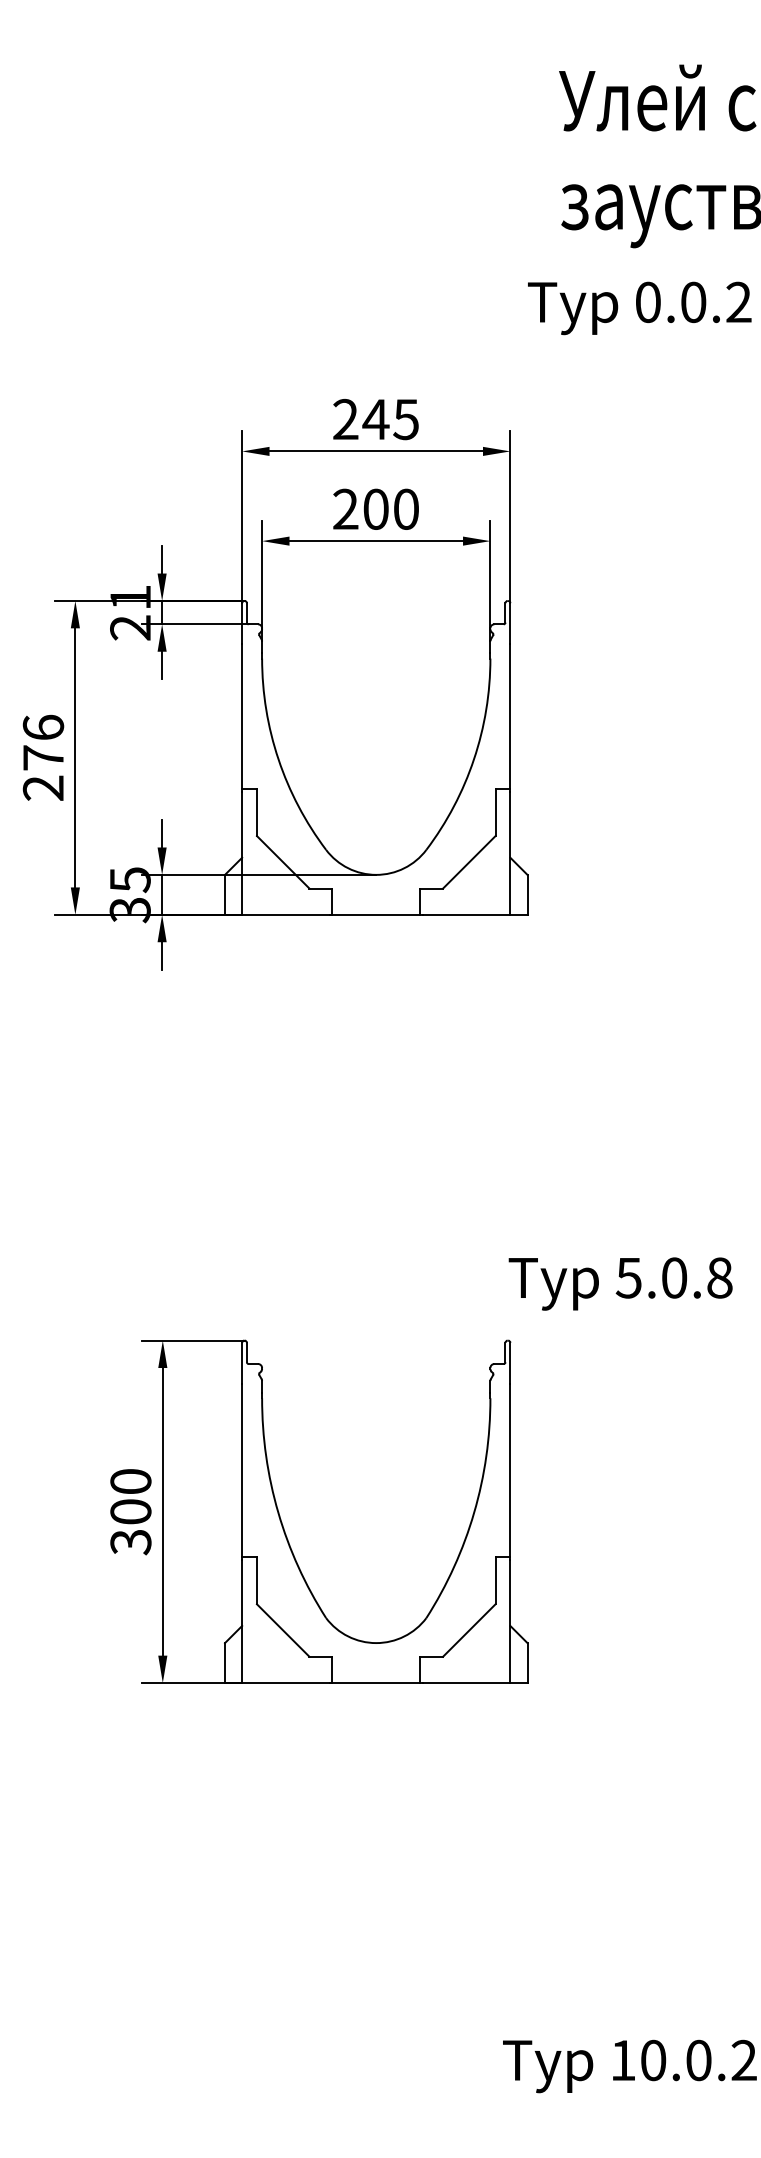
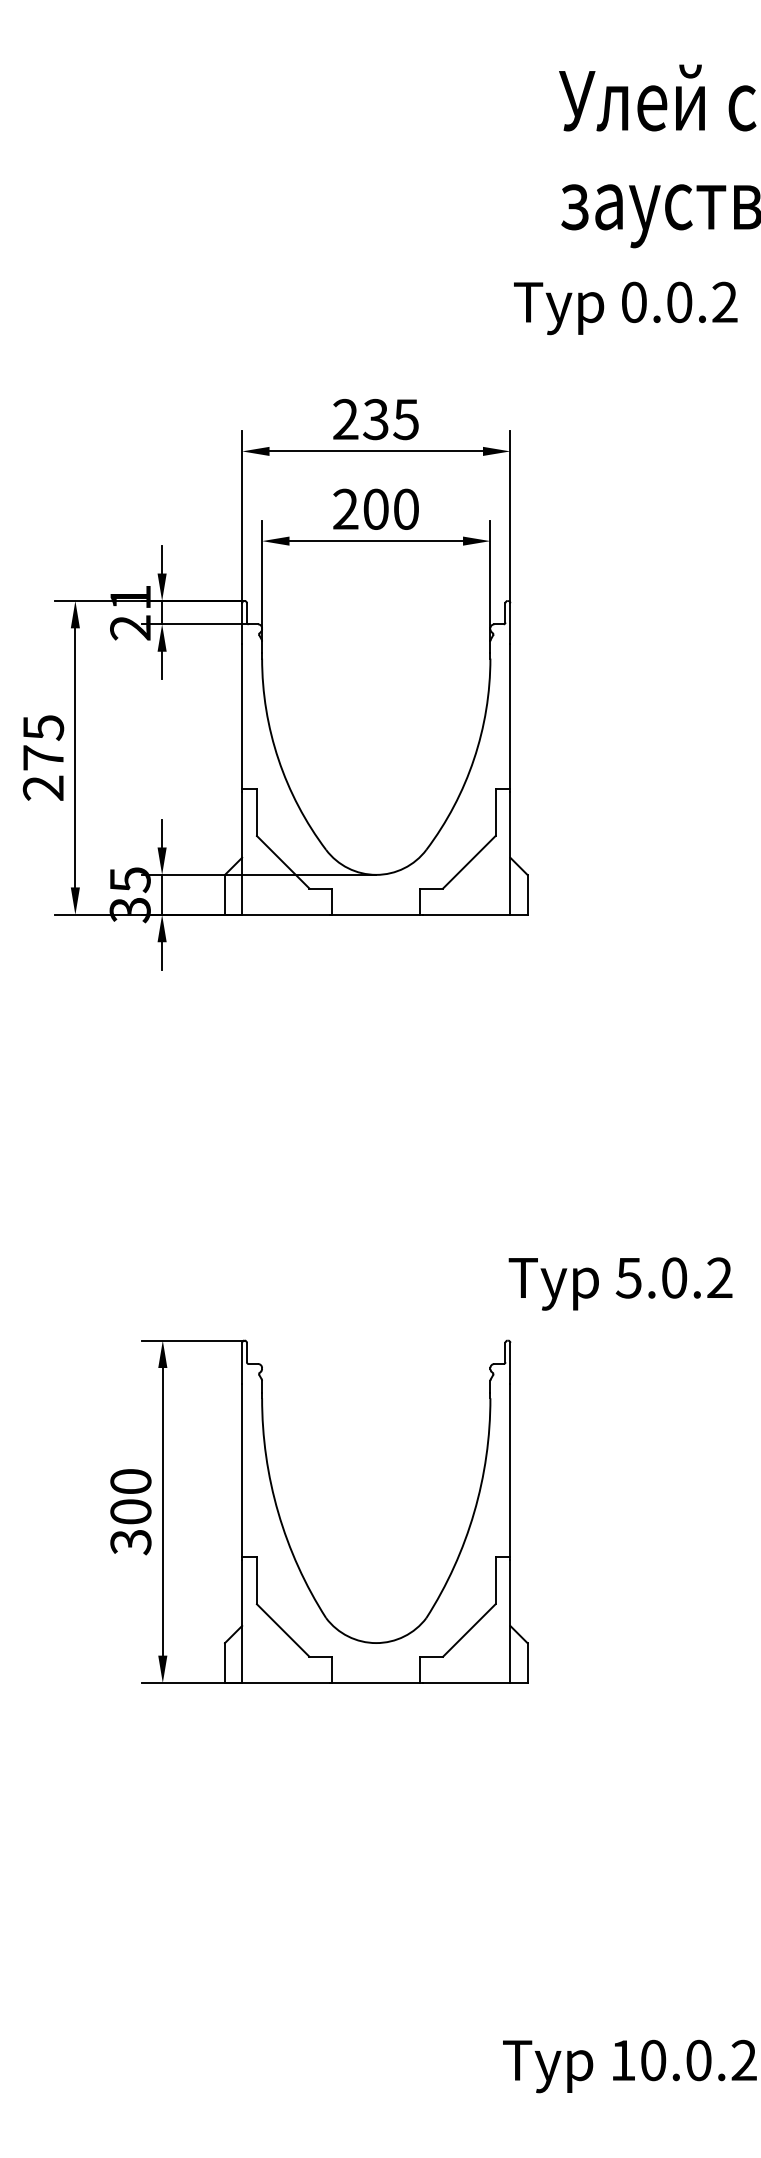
text at (639, 308) position: (639, 308) -> (625, 308)
text at (375, 419): 245 -> 235
text at (43, 727): 276 -> 275
text at (719, 1277): 5.0.8 -> 5.0.2
